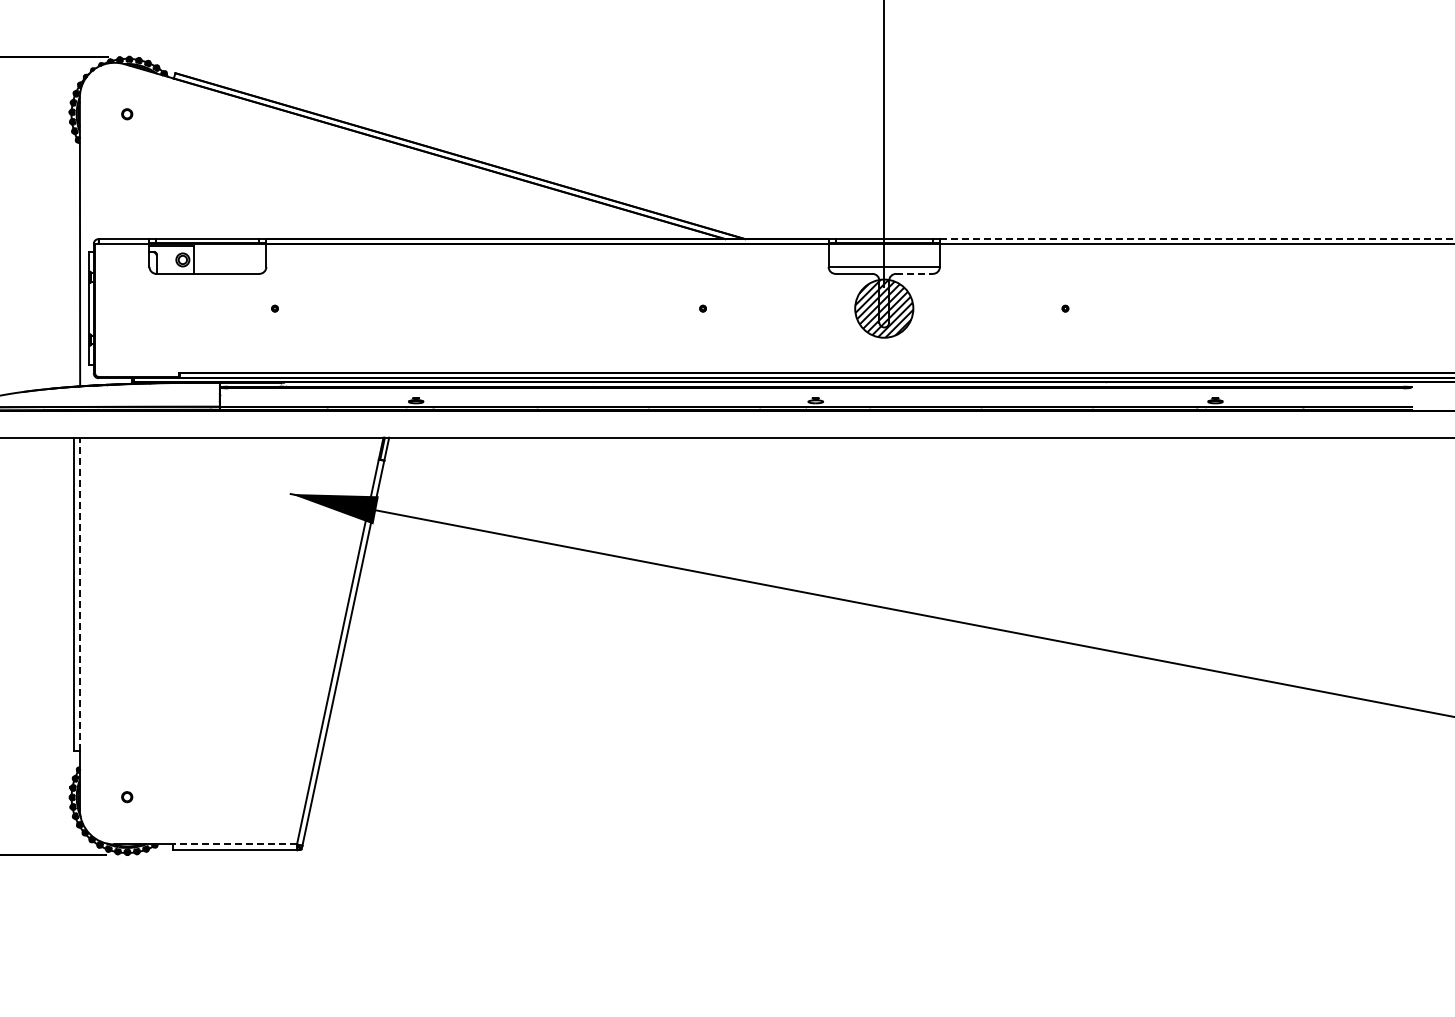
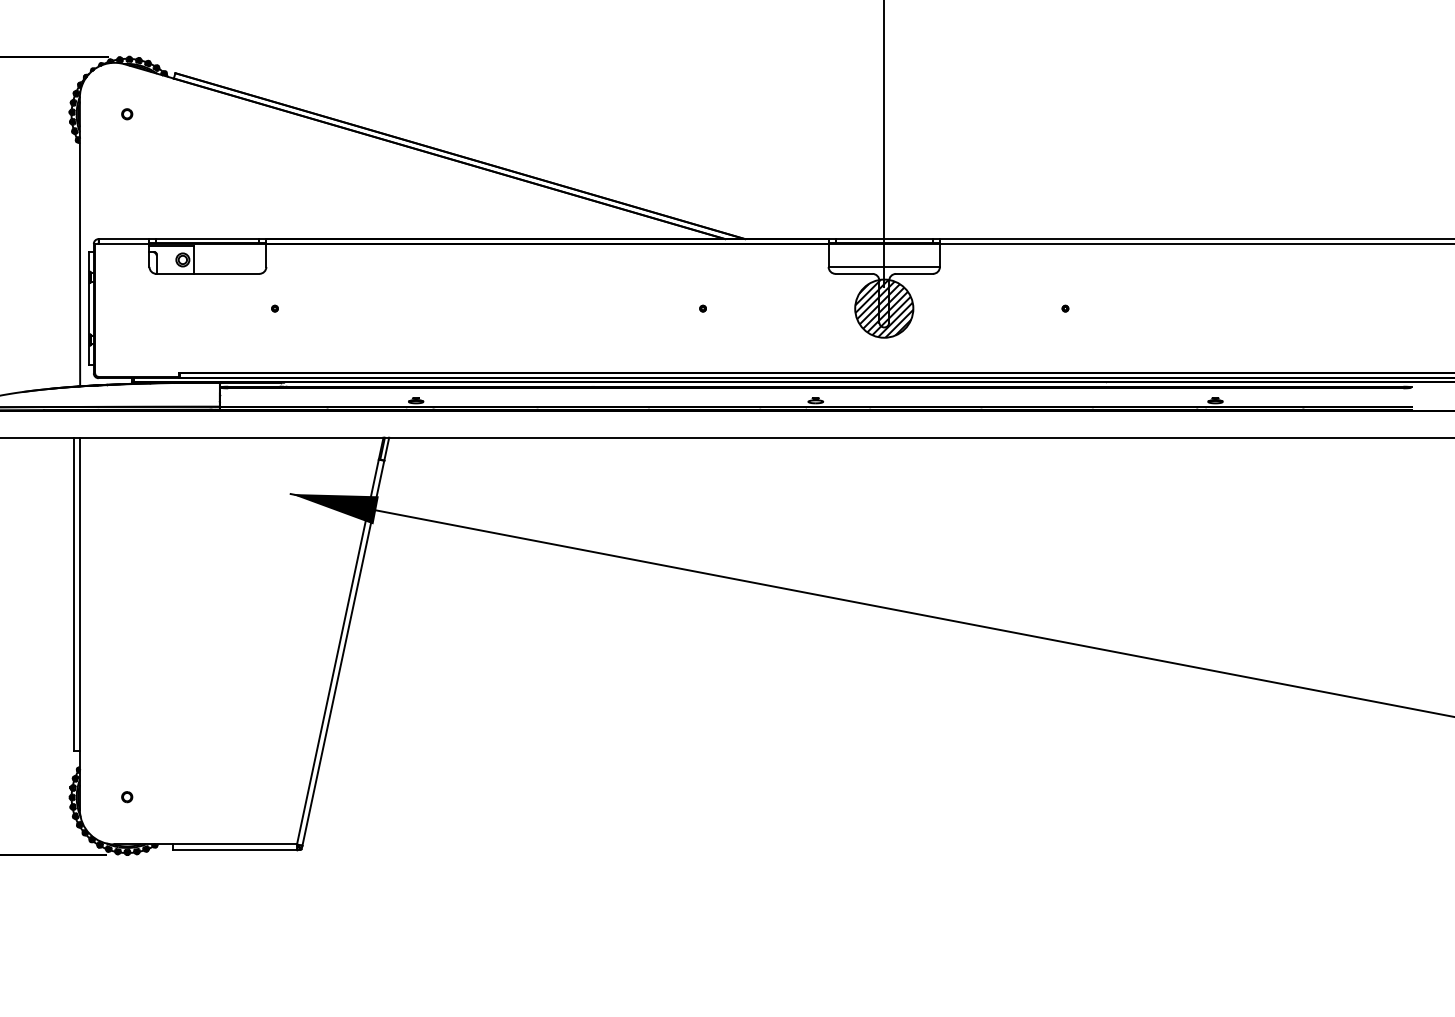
line at (1197, 239): dashed -> solid
line at (915, 273): dashed -> solid
line at (79, 594): dashed -> solid
line at (235, 844): dashed -> solid
